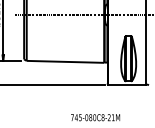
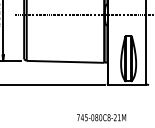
text at (95, 117) position: (95, 117) -> (101, 117)
